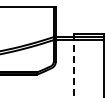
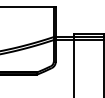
line at (74, 65): dashed -> solid
